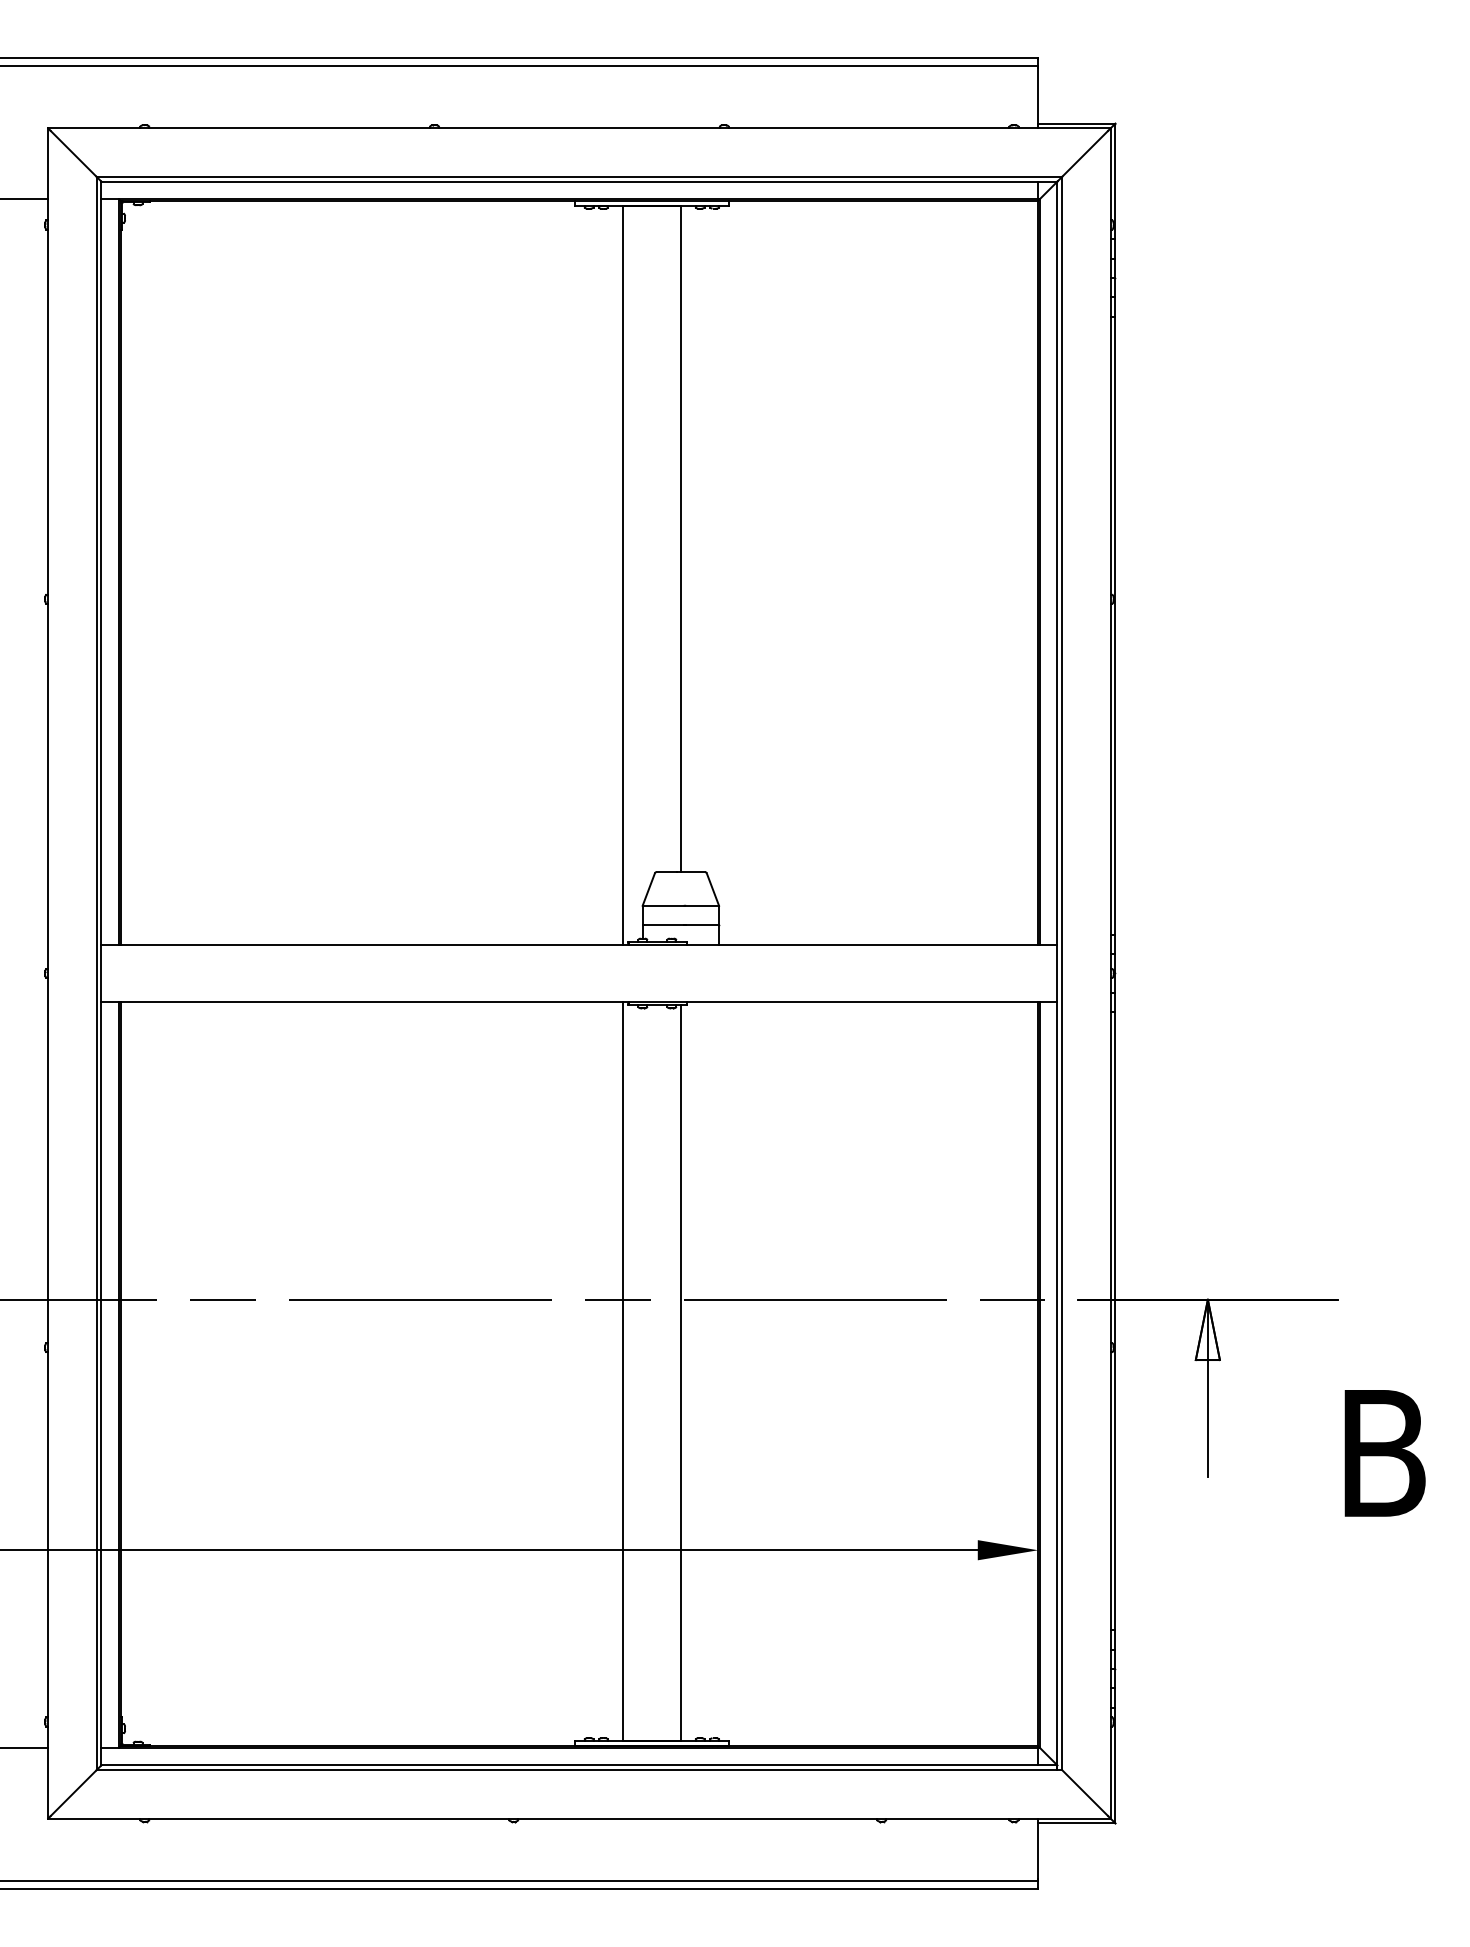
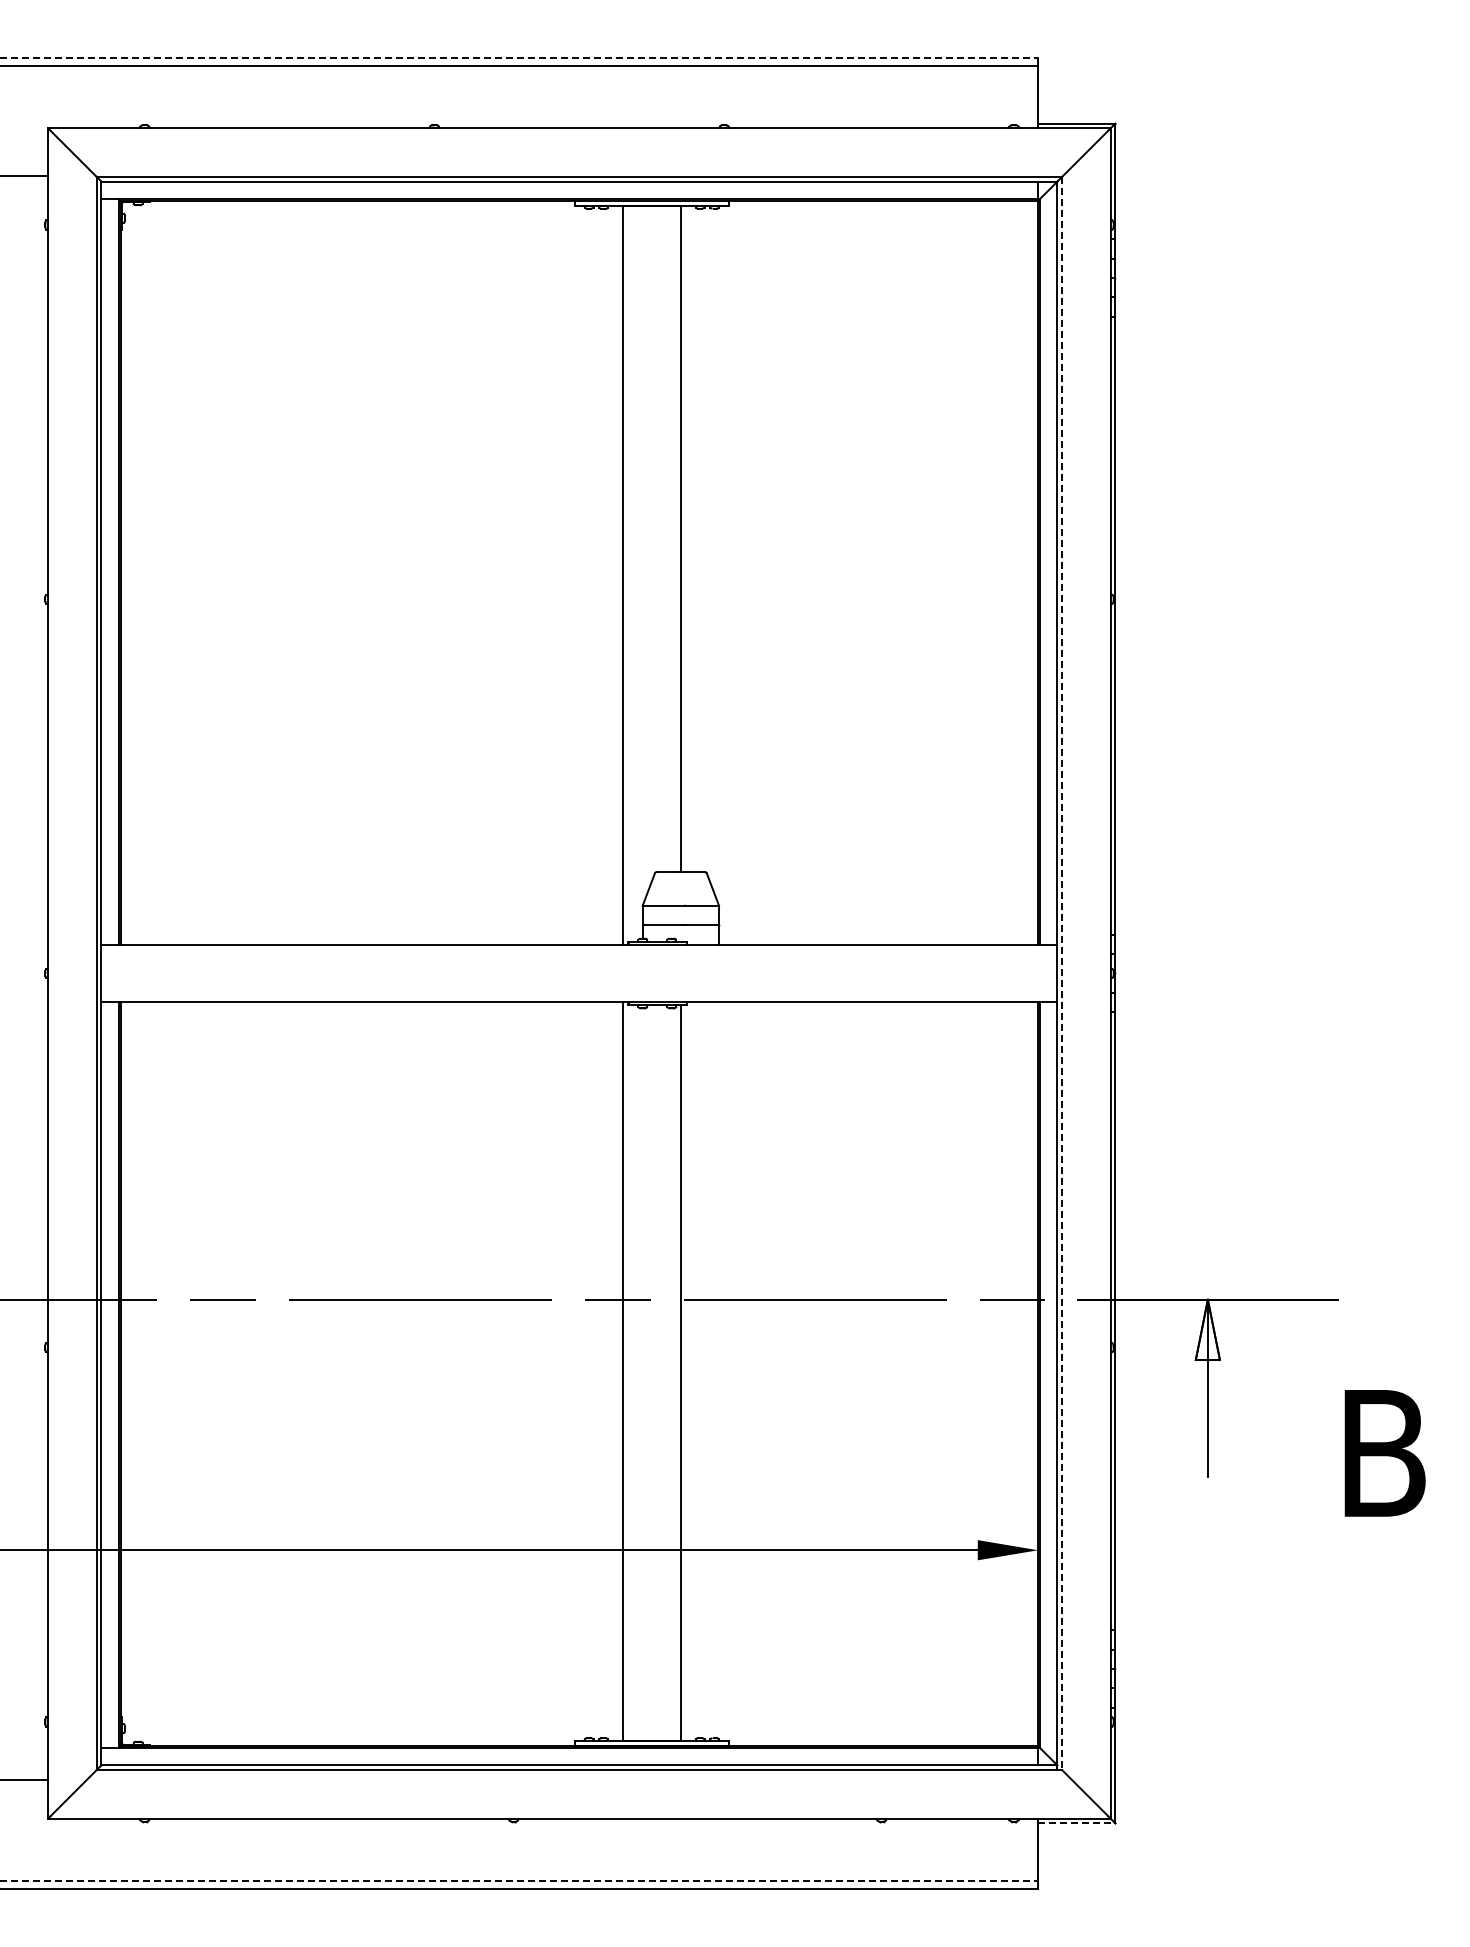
line at (519, 58): solid -> dashed
line at (25, 199) position: (25, 199) -> (25, 176)
line at (1062, 973): solid -> dashed
line at (25, 1747) position: (25, 1747) -> (25, 1779)
line at (1076, 1823): solid -> dashed
line at (519, 1881): solid -> dashed
